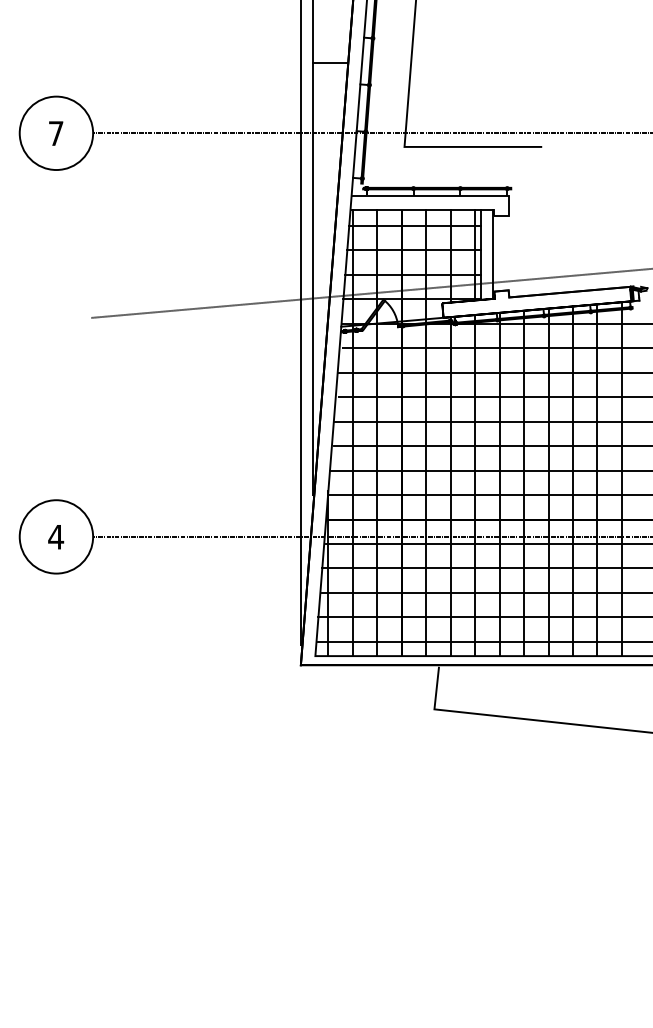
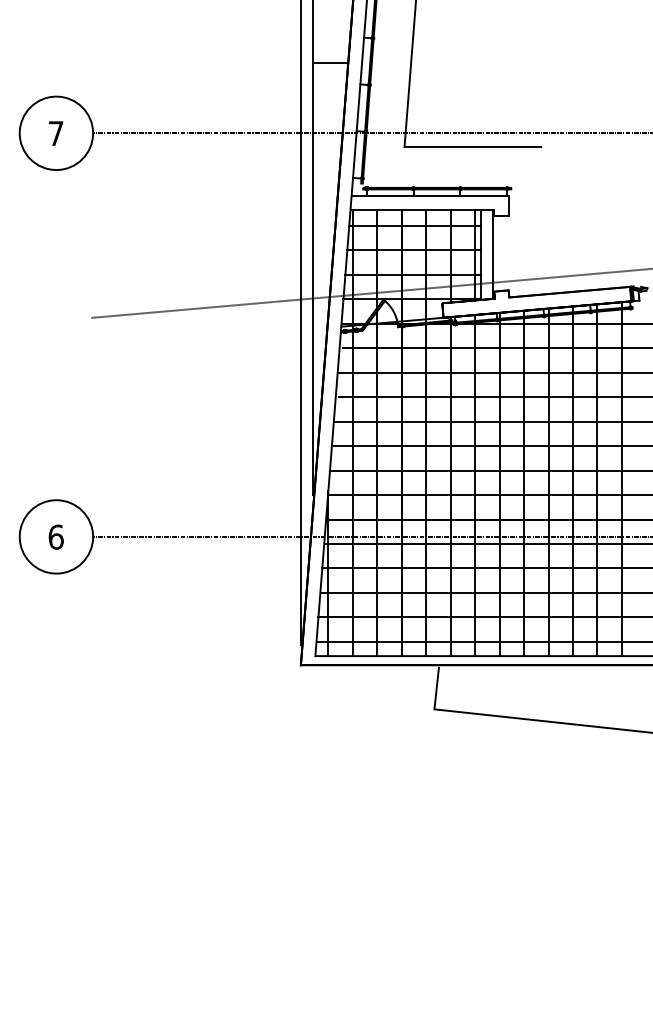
text at (56, 536): 4 -> 6
